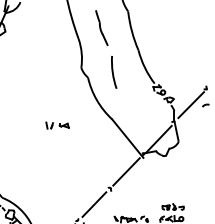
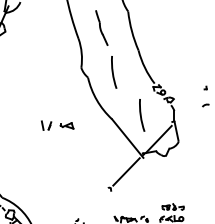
line at (190, 105): present -> none
arc at (141, 115): none -> present
part at (57, 125) size: 25x9 px -> 34x11 px
line at (94, 204): present -> none
